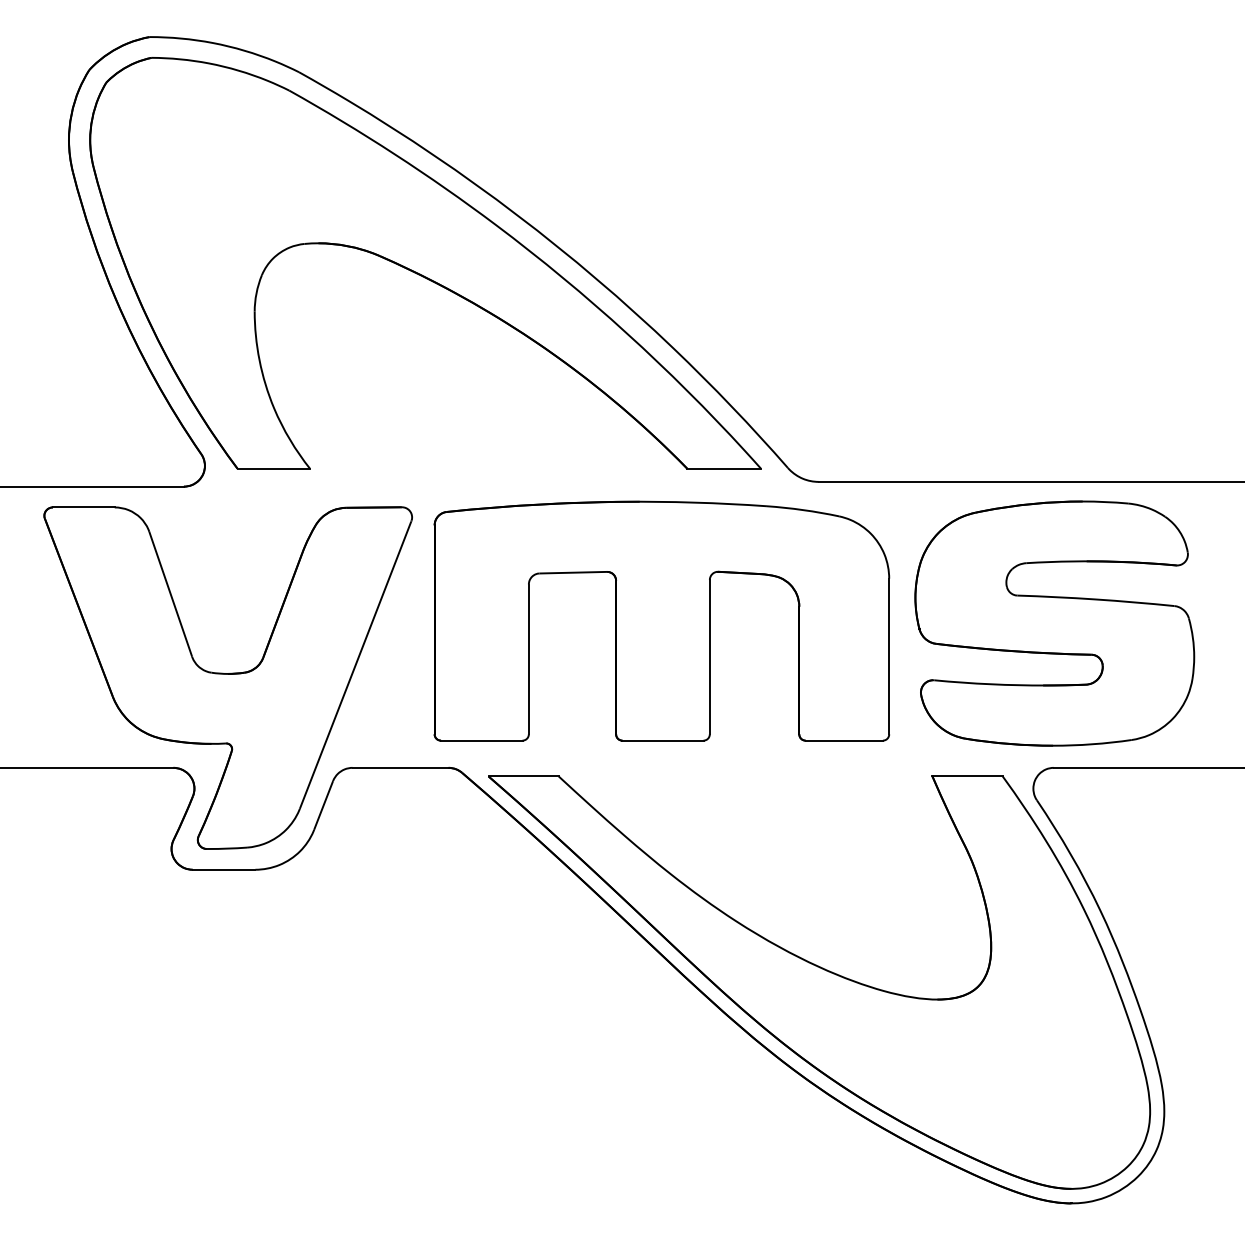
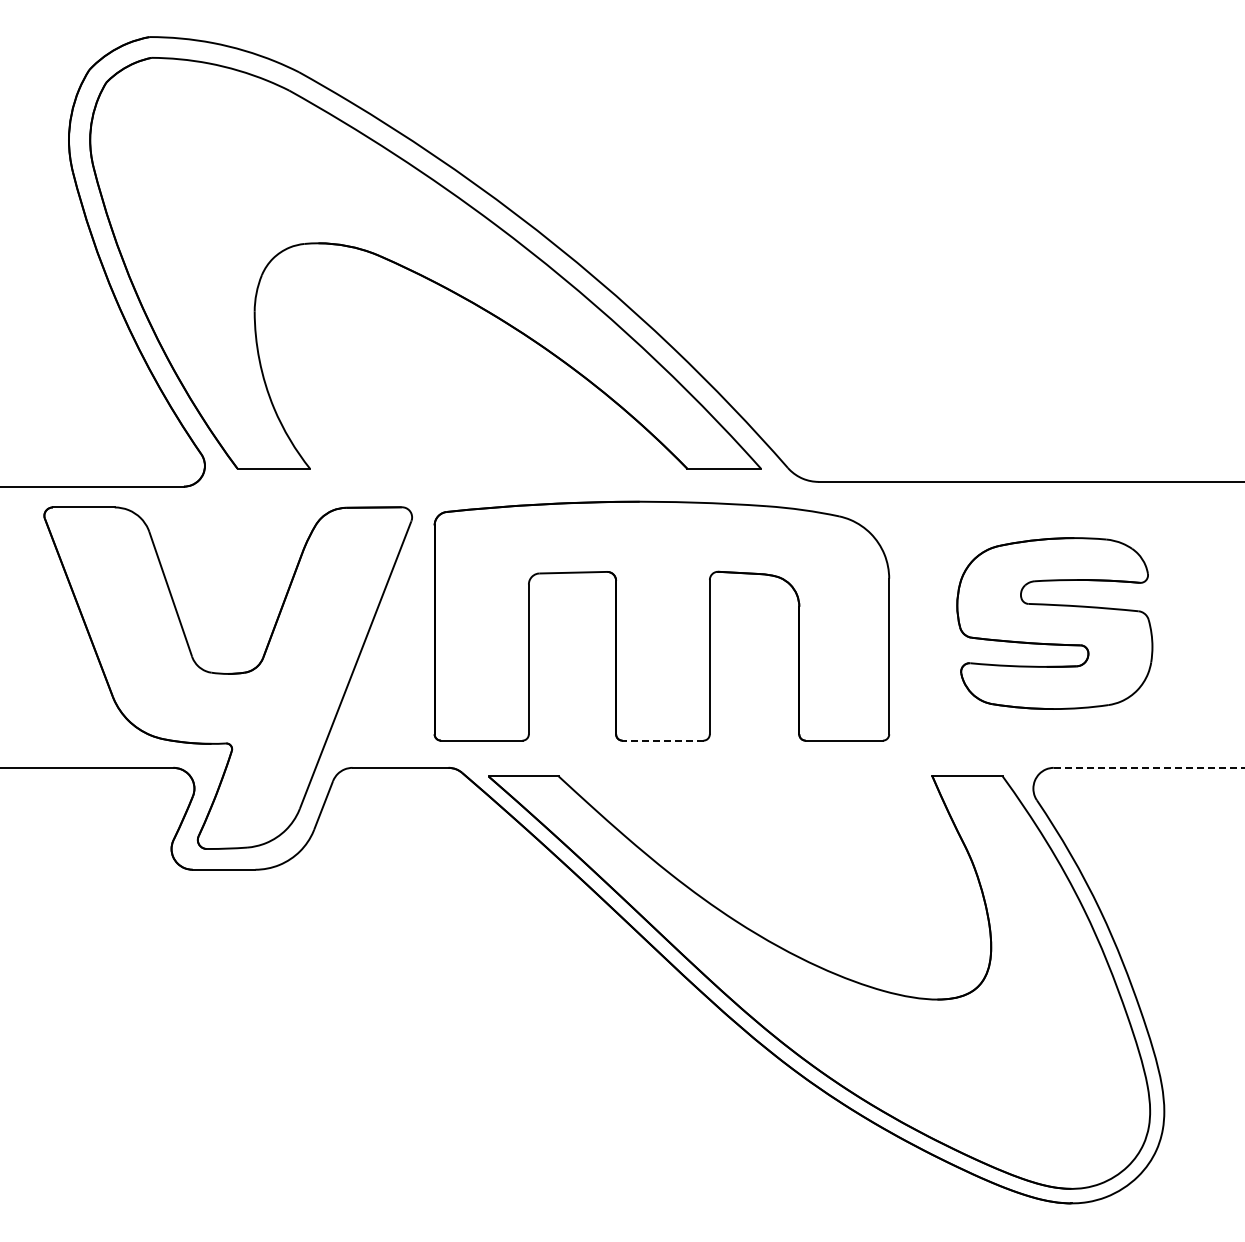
part at (1054, 623) size: 282x247 px -> 198x173 px
line at (663, 740): solid -> dashed
line at (1149, 767): solid -> dashed
